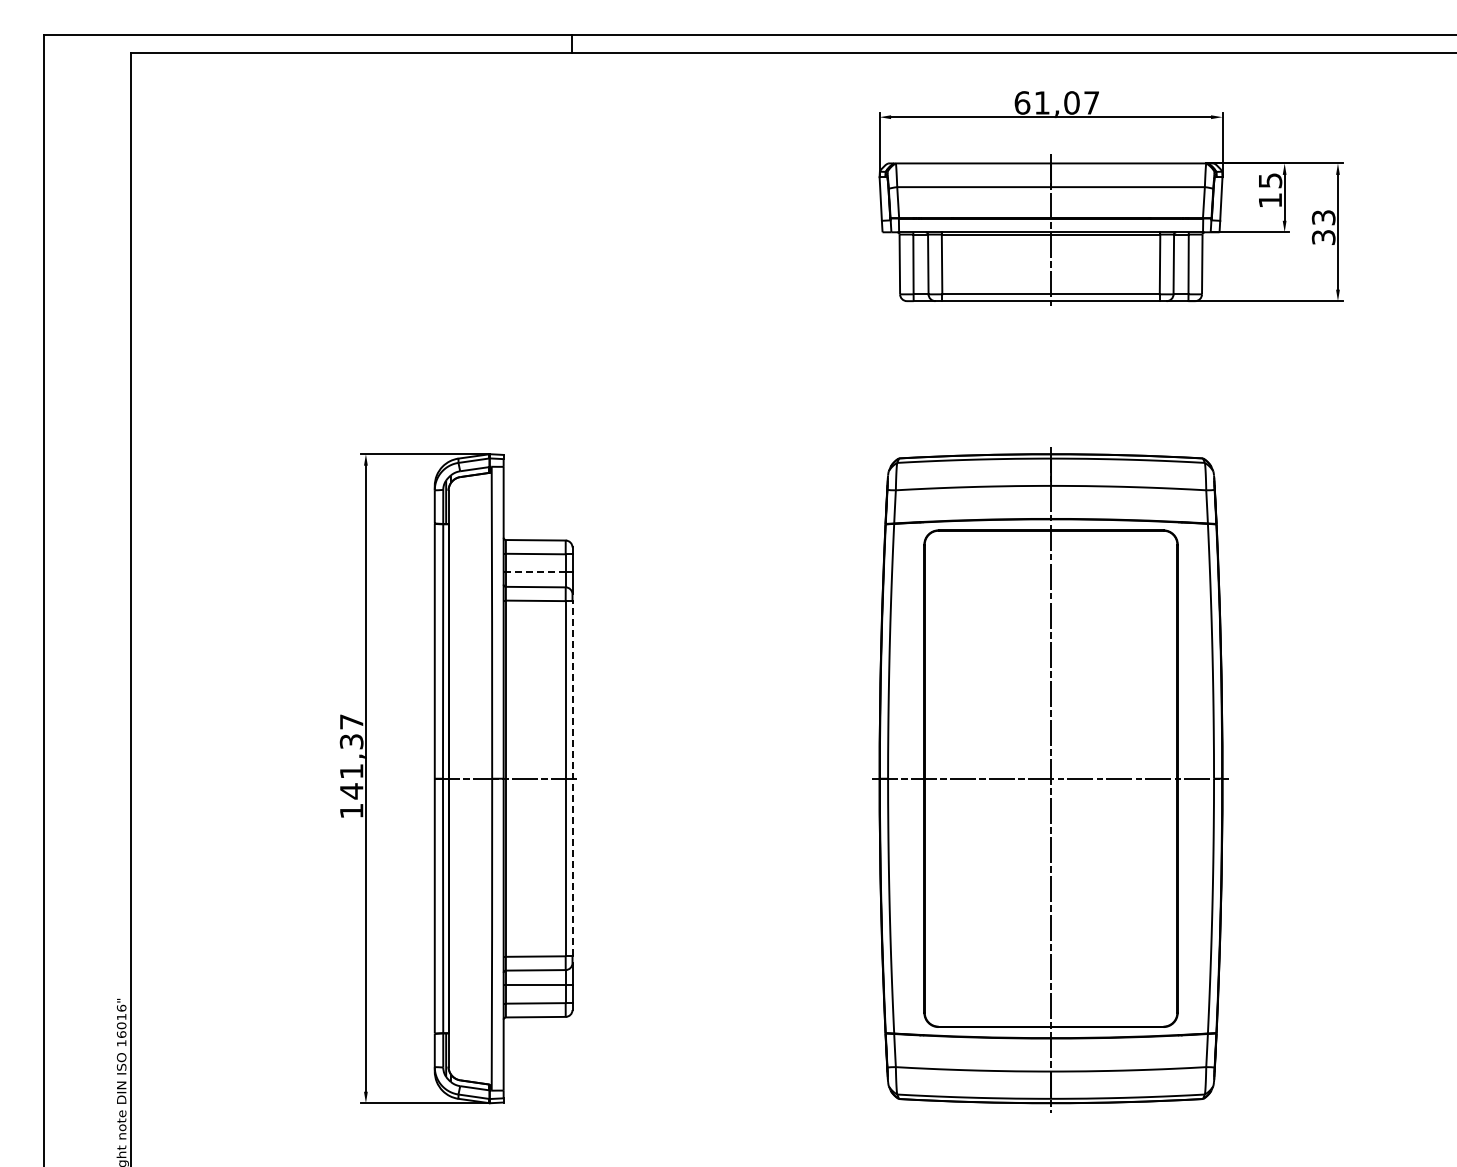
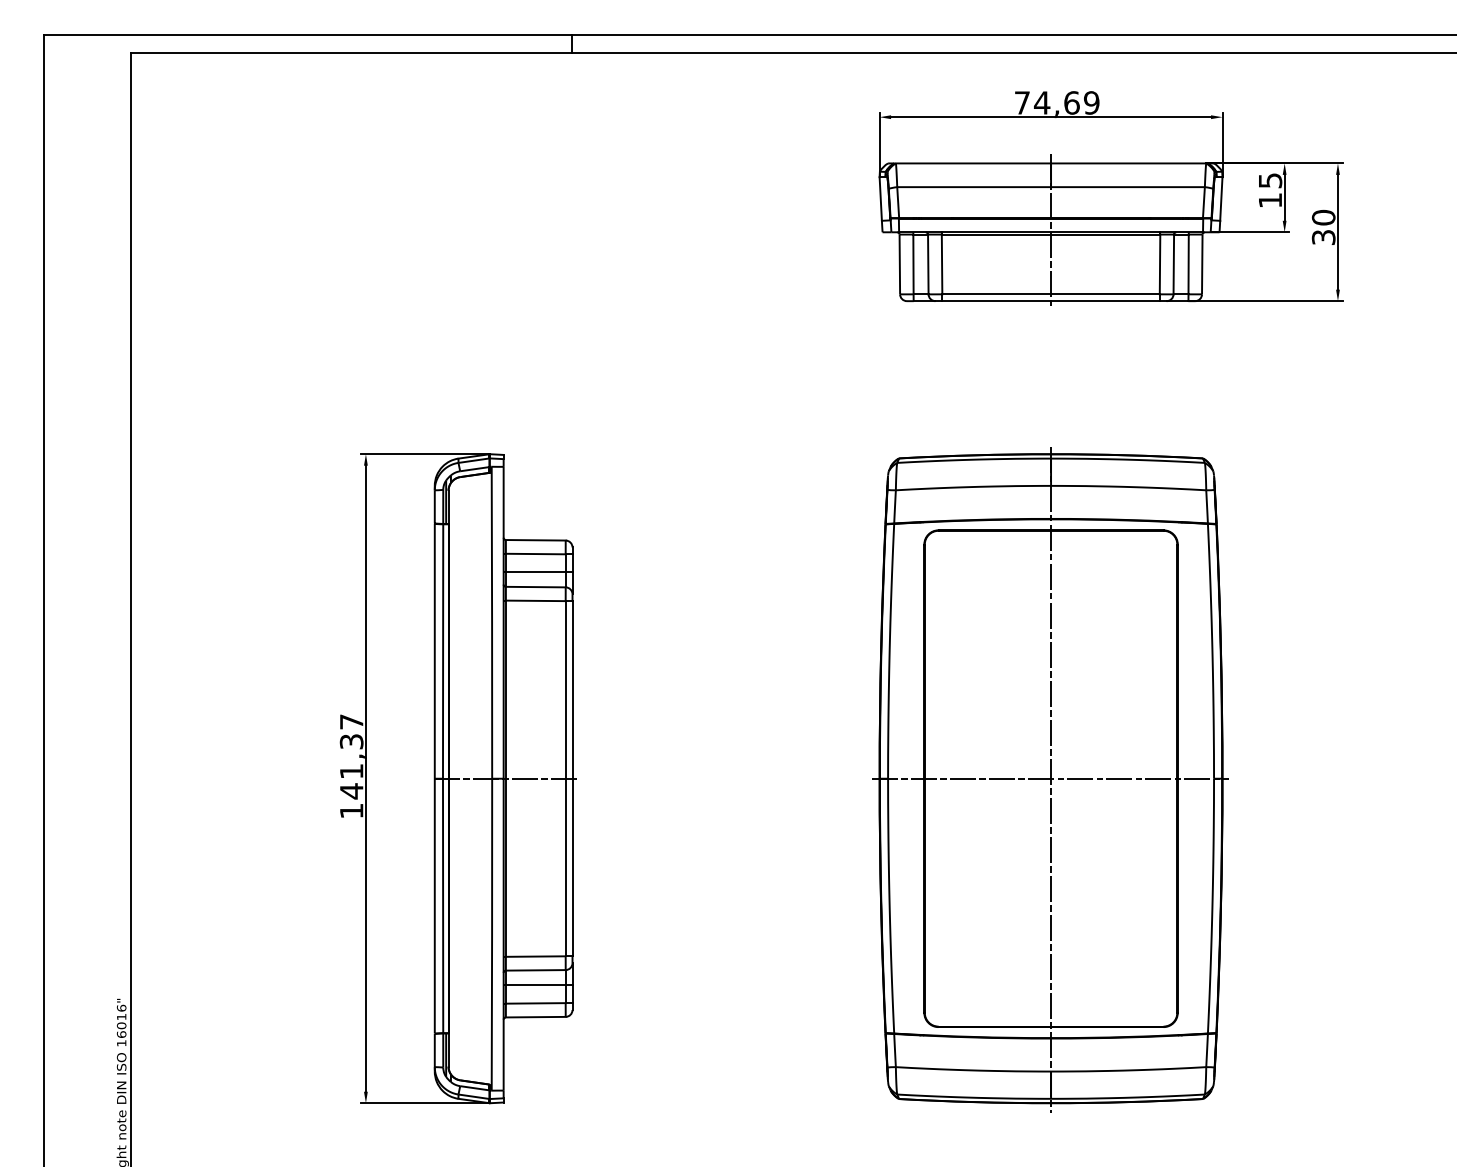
text at (1056, 102): 61,07 -> 74,69
text at (1323, 217): 33 -> 30
line at (535, 572): dashed -> solid
line at (572, 778): dashed -> solid
